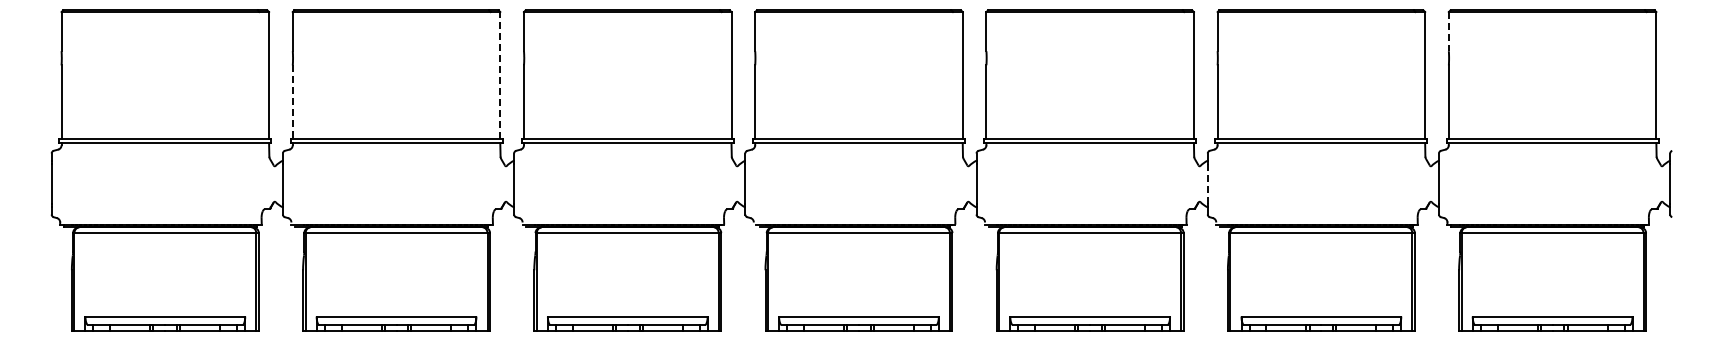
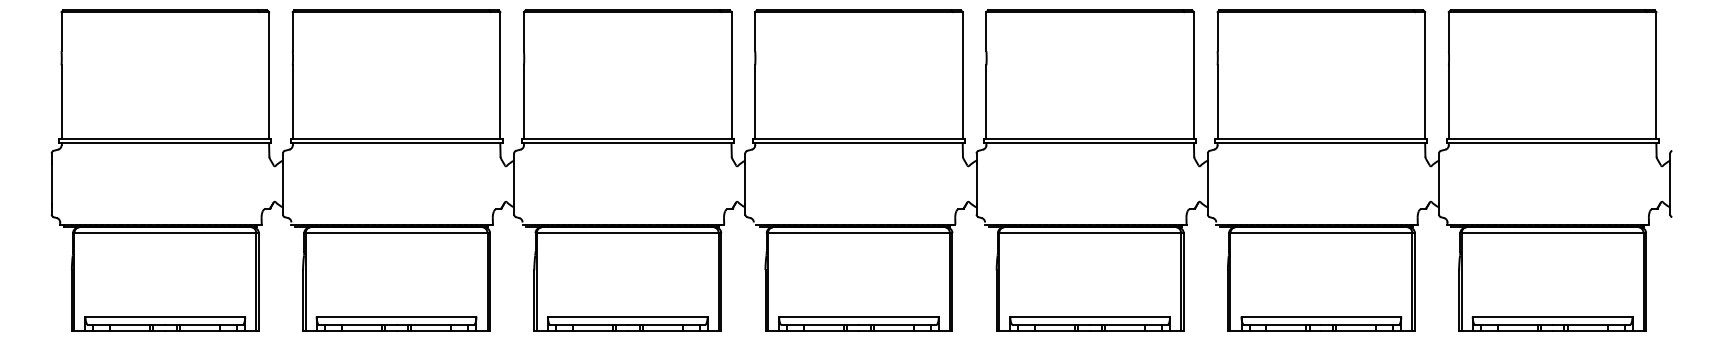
line at (1448, 31): dashed -> solid
line at (500, 74): dashed -> solid
line at (292, 102): dashed -> solid
line at (1207, 183): dashed -> solid
